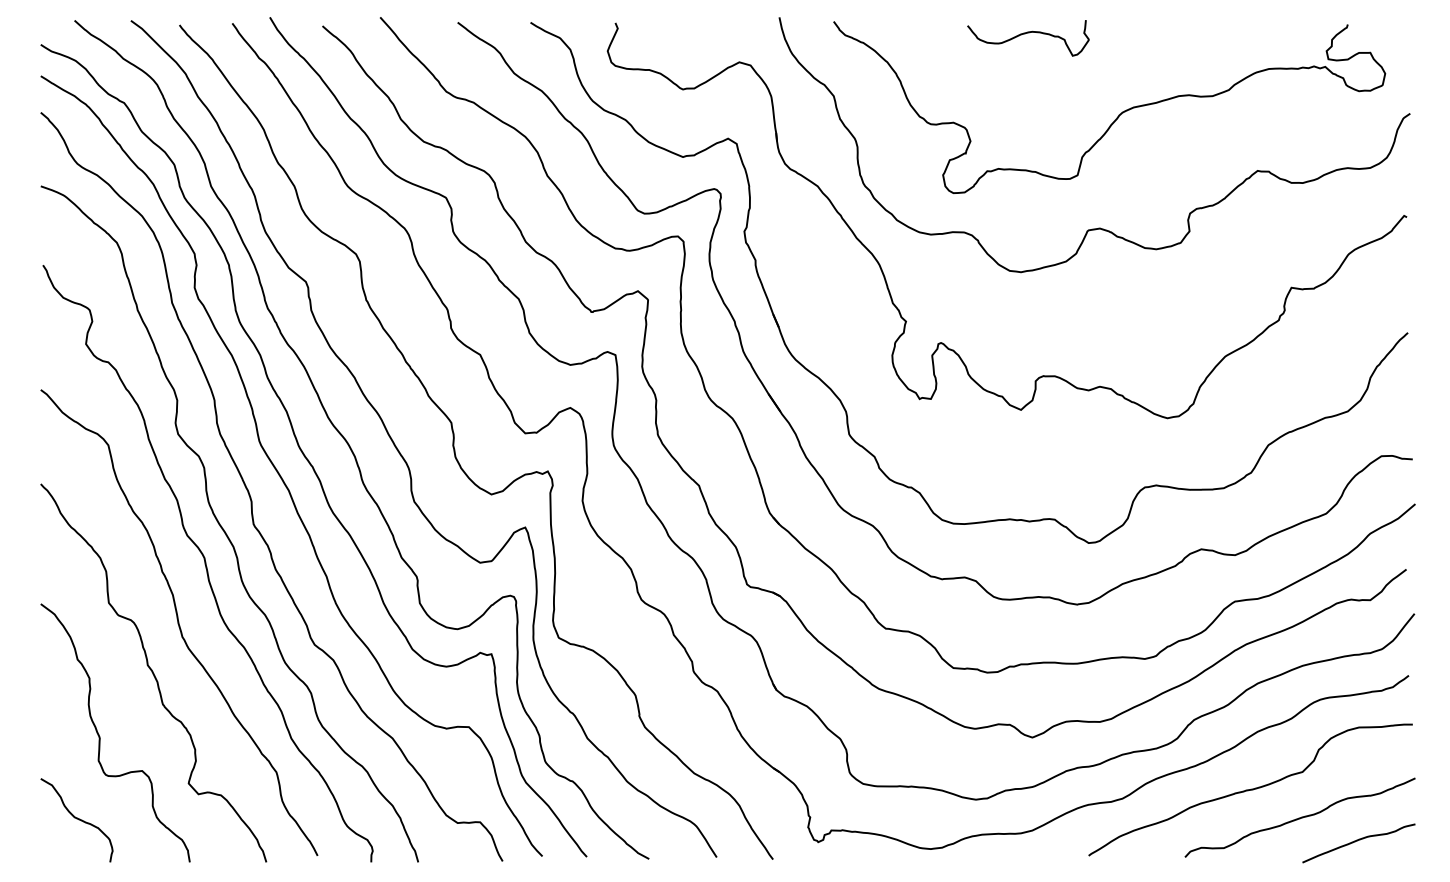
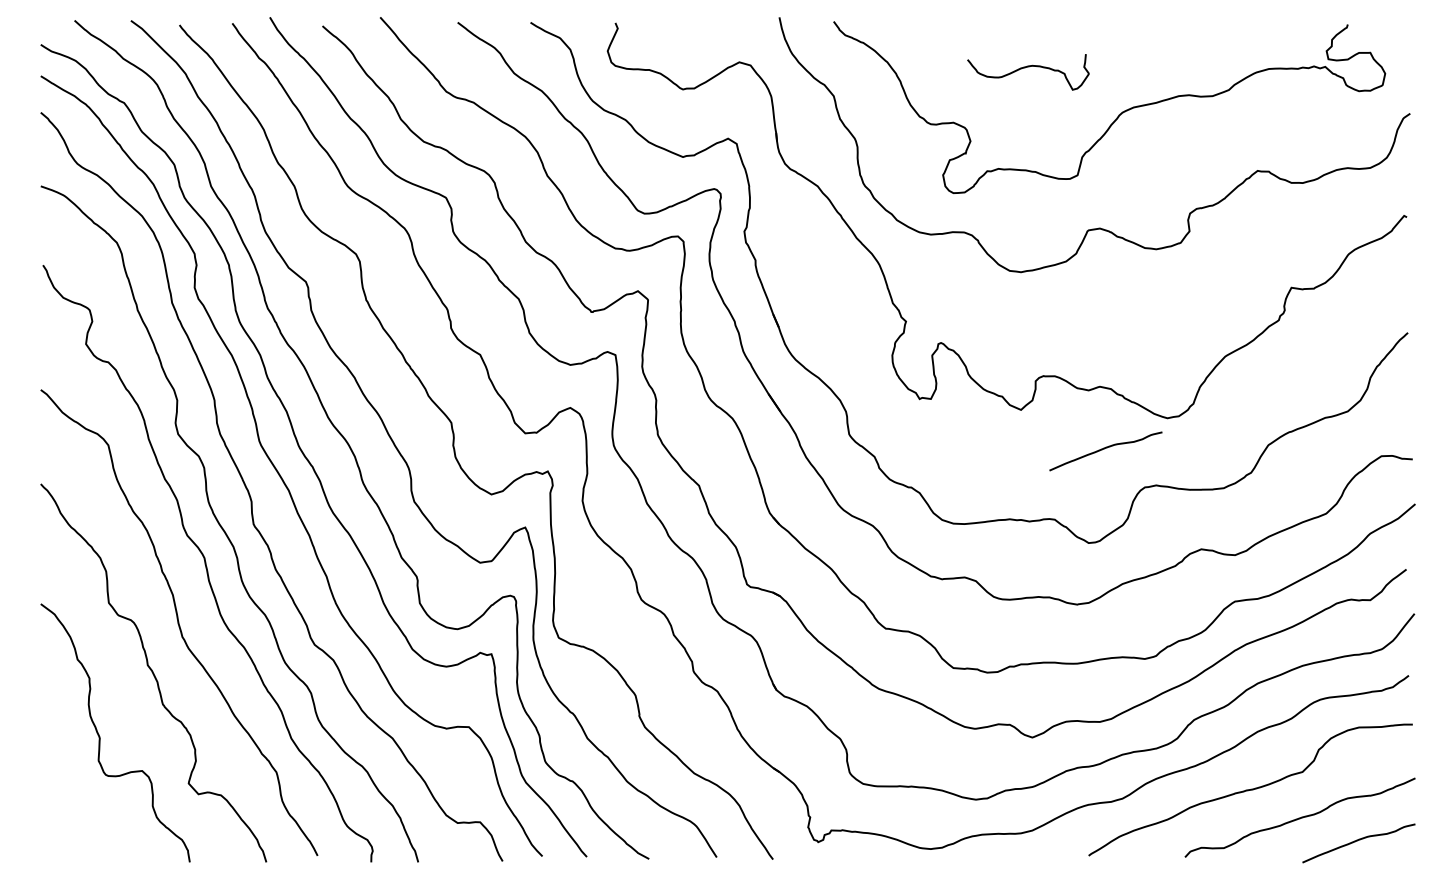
curve at (1028, 33) position: (1028, 33) -> (1028, 67)
curve at (1104, 449): none -> present
curve at (76, 819): present -> none
